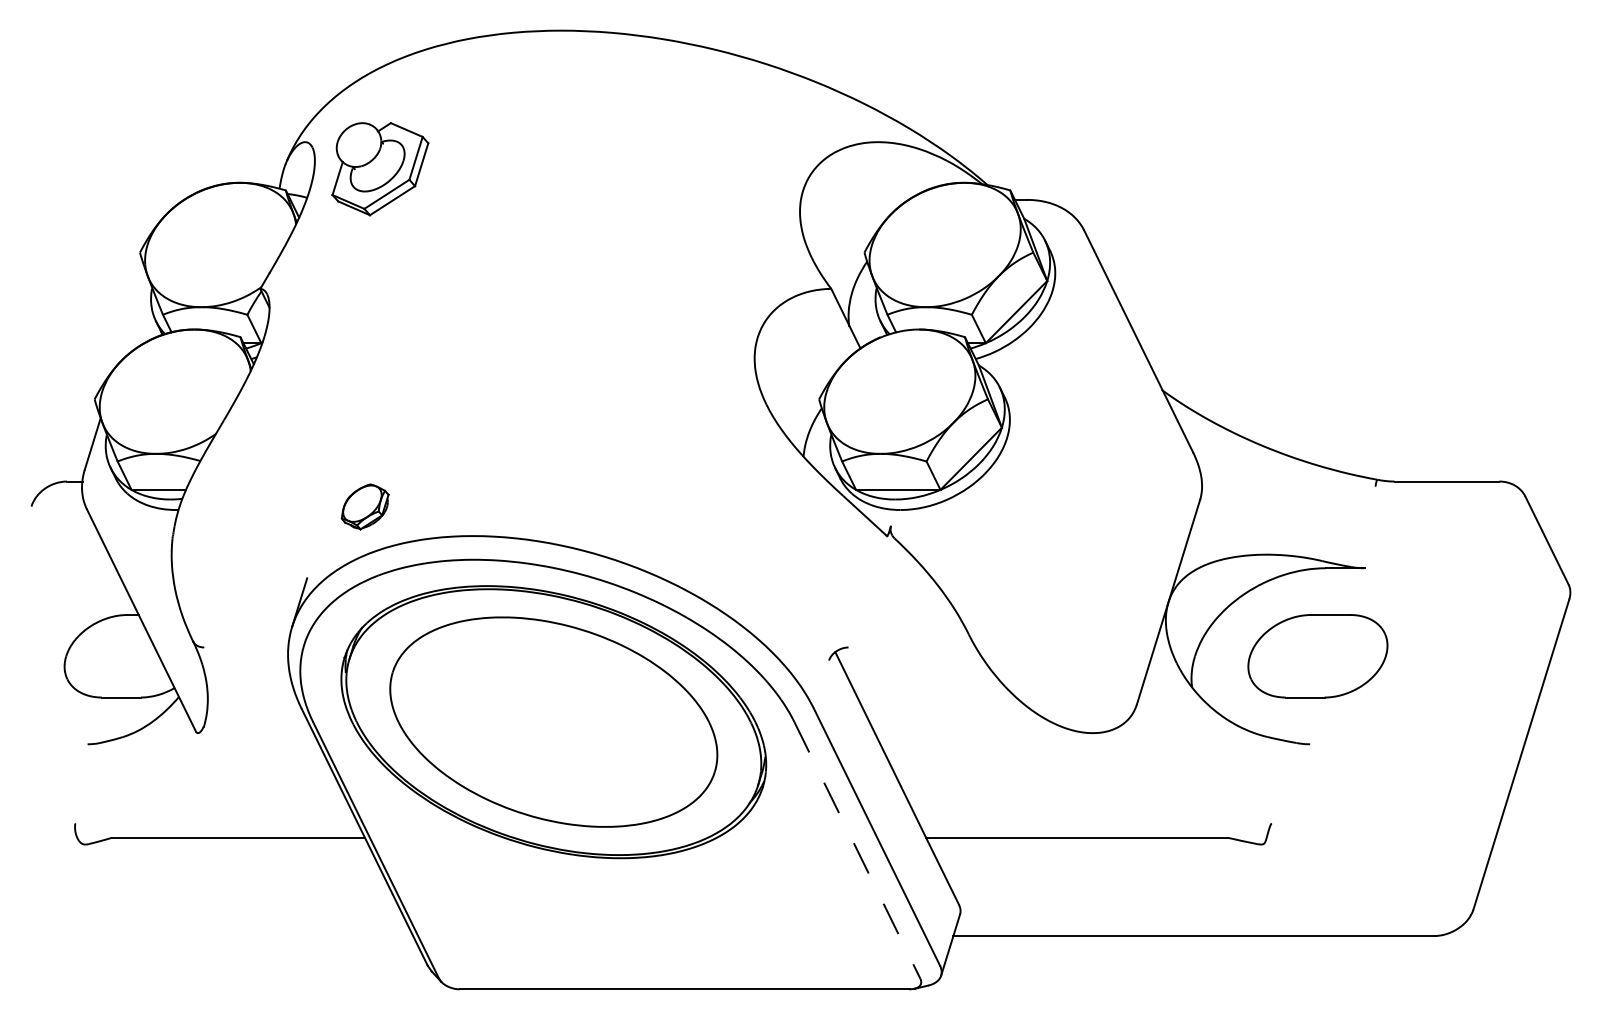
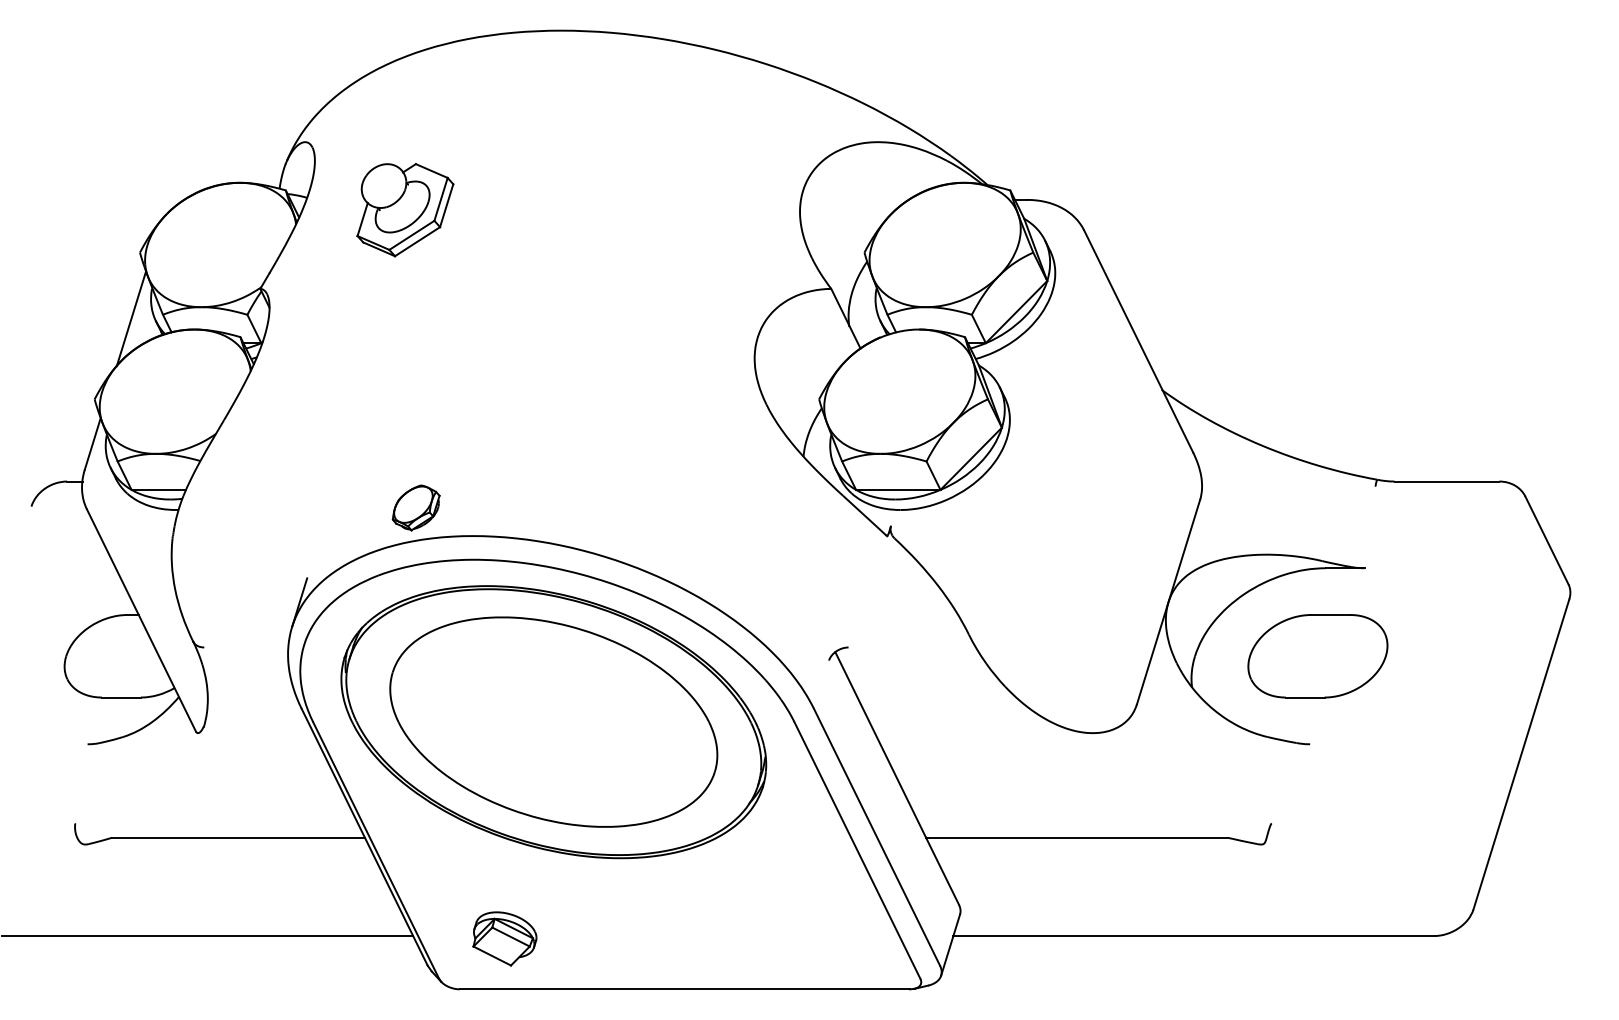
part at (380, 169) position: (380, 169) -> (405, 210)
line at (131, 318): none -> present
part at (364, 506) position: (364, 506) -> (415, 507)
line at (857, 850): dashed -> solid
line at (207, 936): none -> present
part at (504, 938): none -> present
